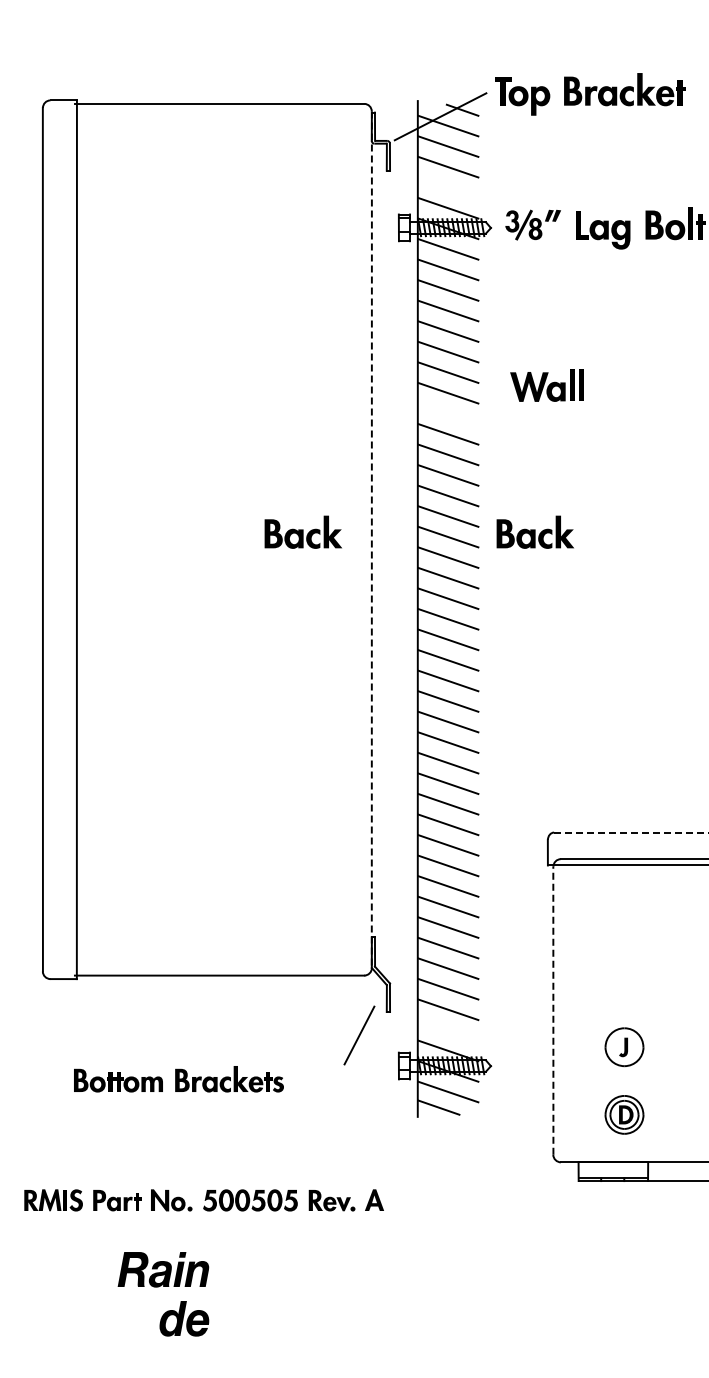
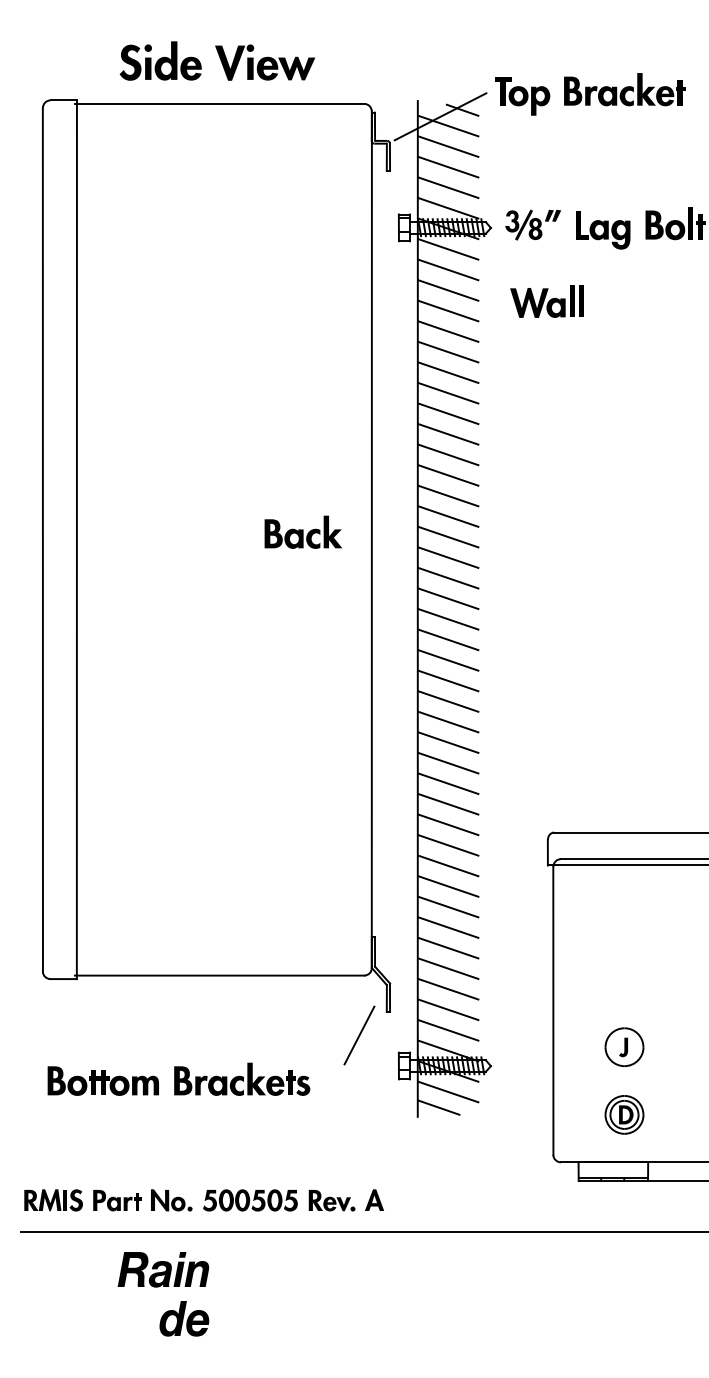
part at (217, 60): none -> present
line at (448, 187): none -> present
part at (546, 385) position: (546, 385) -> (546, 301)
line at (448, 413): none -> present
part at (534, 531): present -> none
line at (371, 540): dashed -> solid
line at (631, 832): dashed -> solid
line at (553, 1010): dashed -> solid
line at (448, 1030): none -> present
part at (178, 1079) size: 210x27 px -> 264x34 px
line at (363, 1232): none -> present
